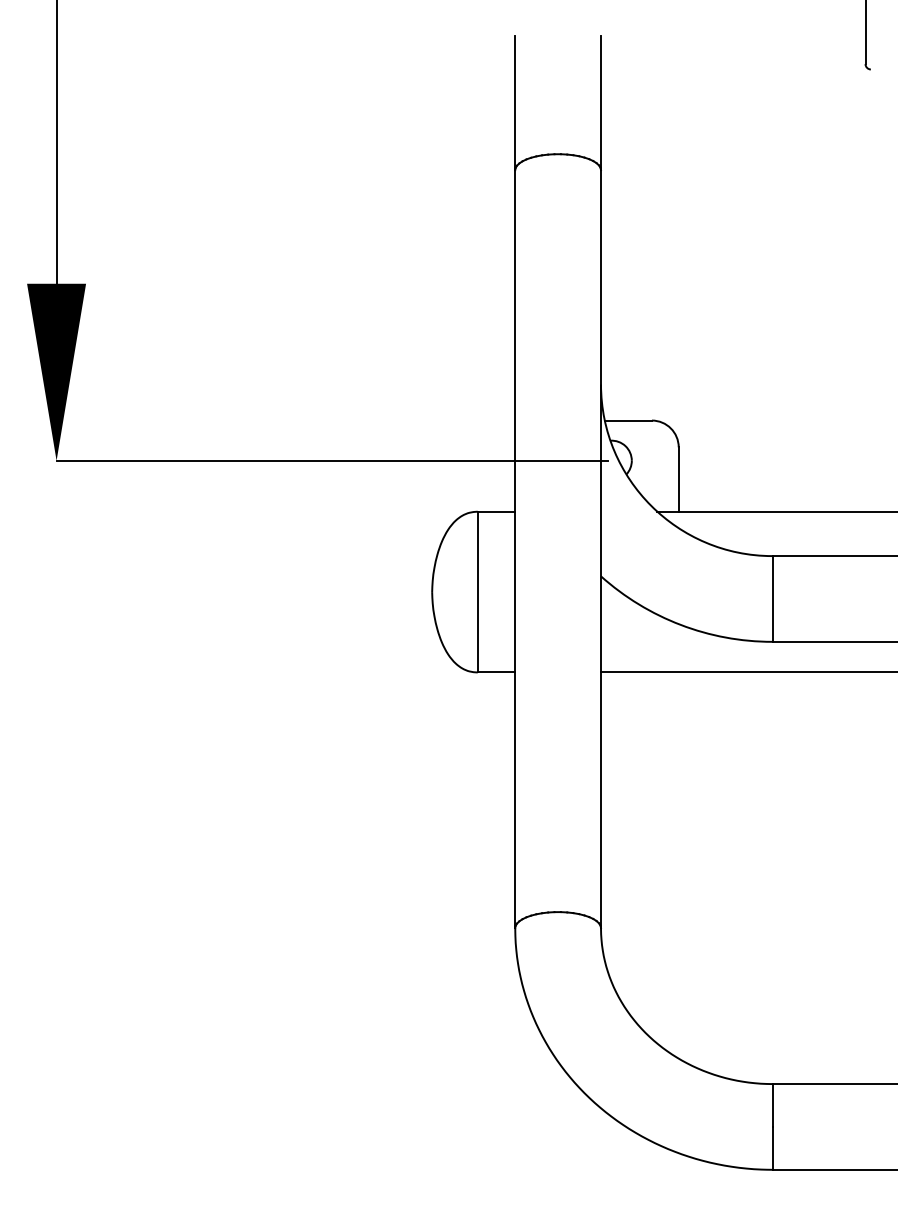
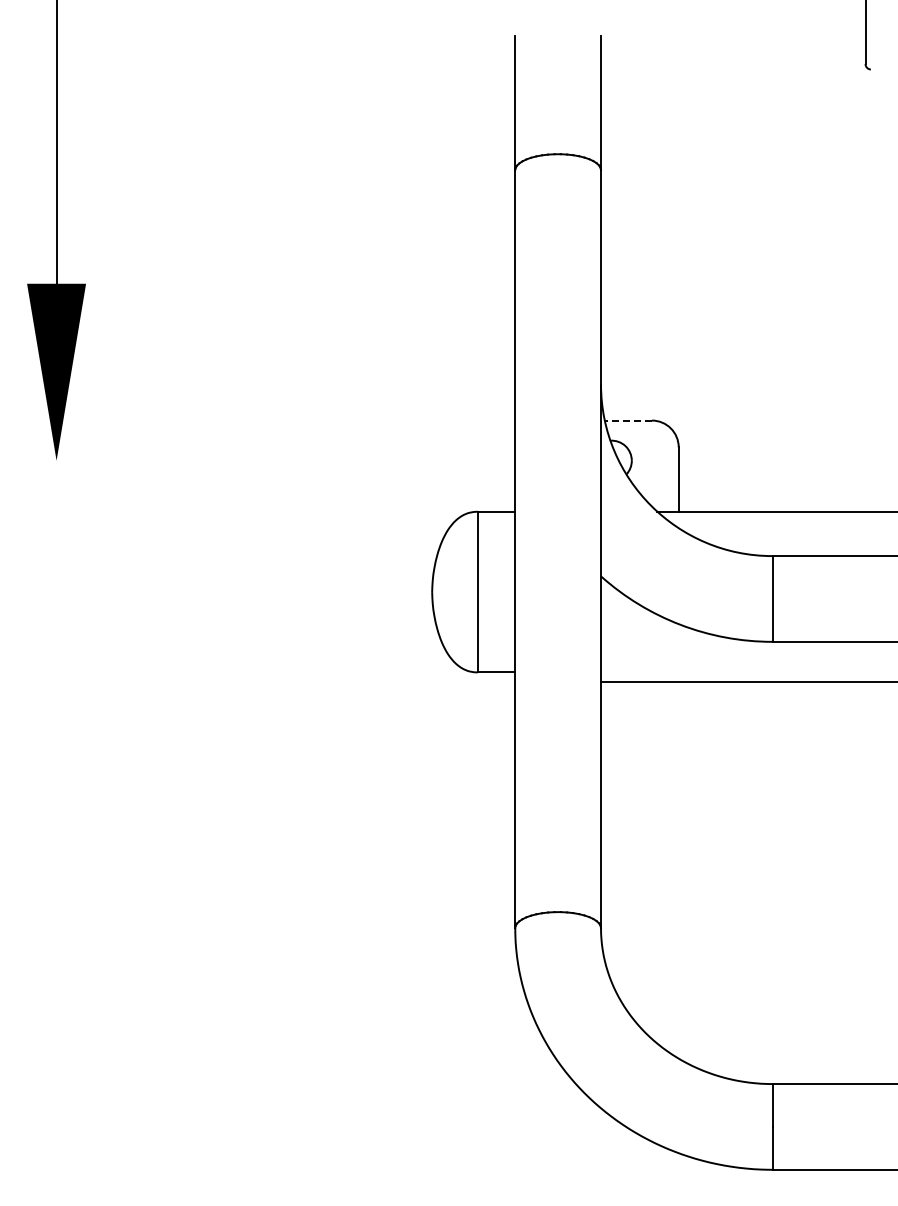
line at (628, 420): solid -> dashed
line at (332, 460): present -> none
line at (747, 672) position: (747, 672) -> (747, 682)
